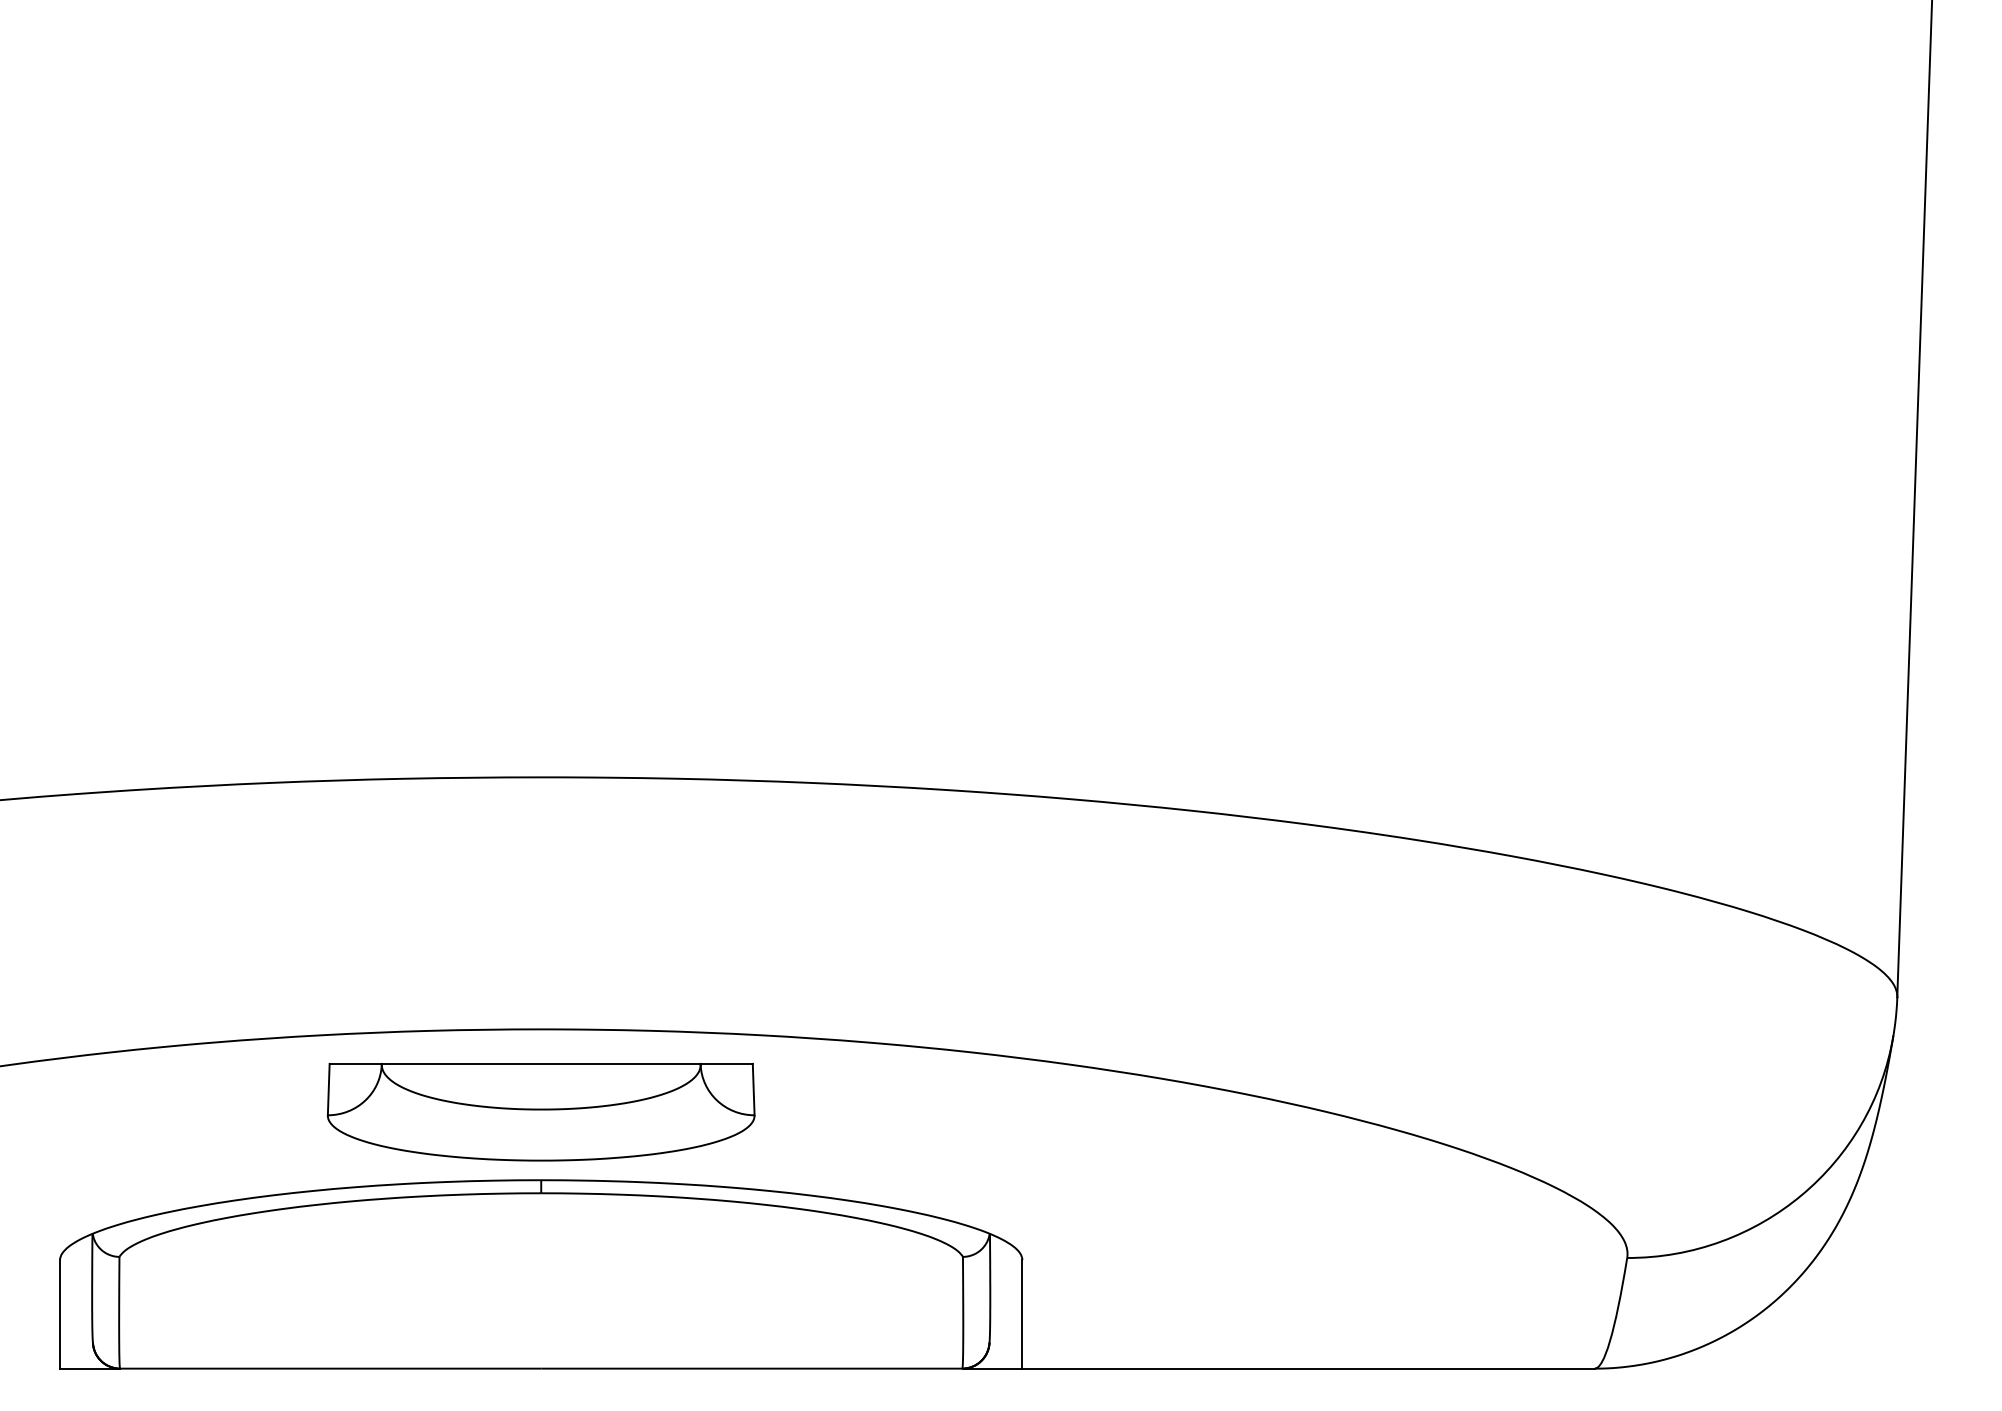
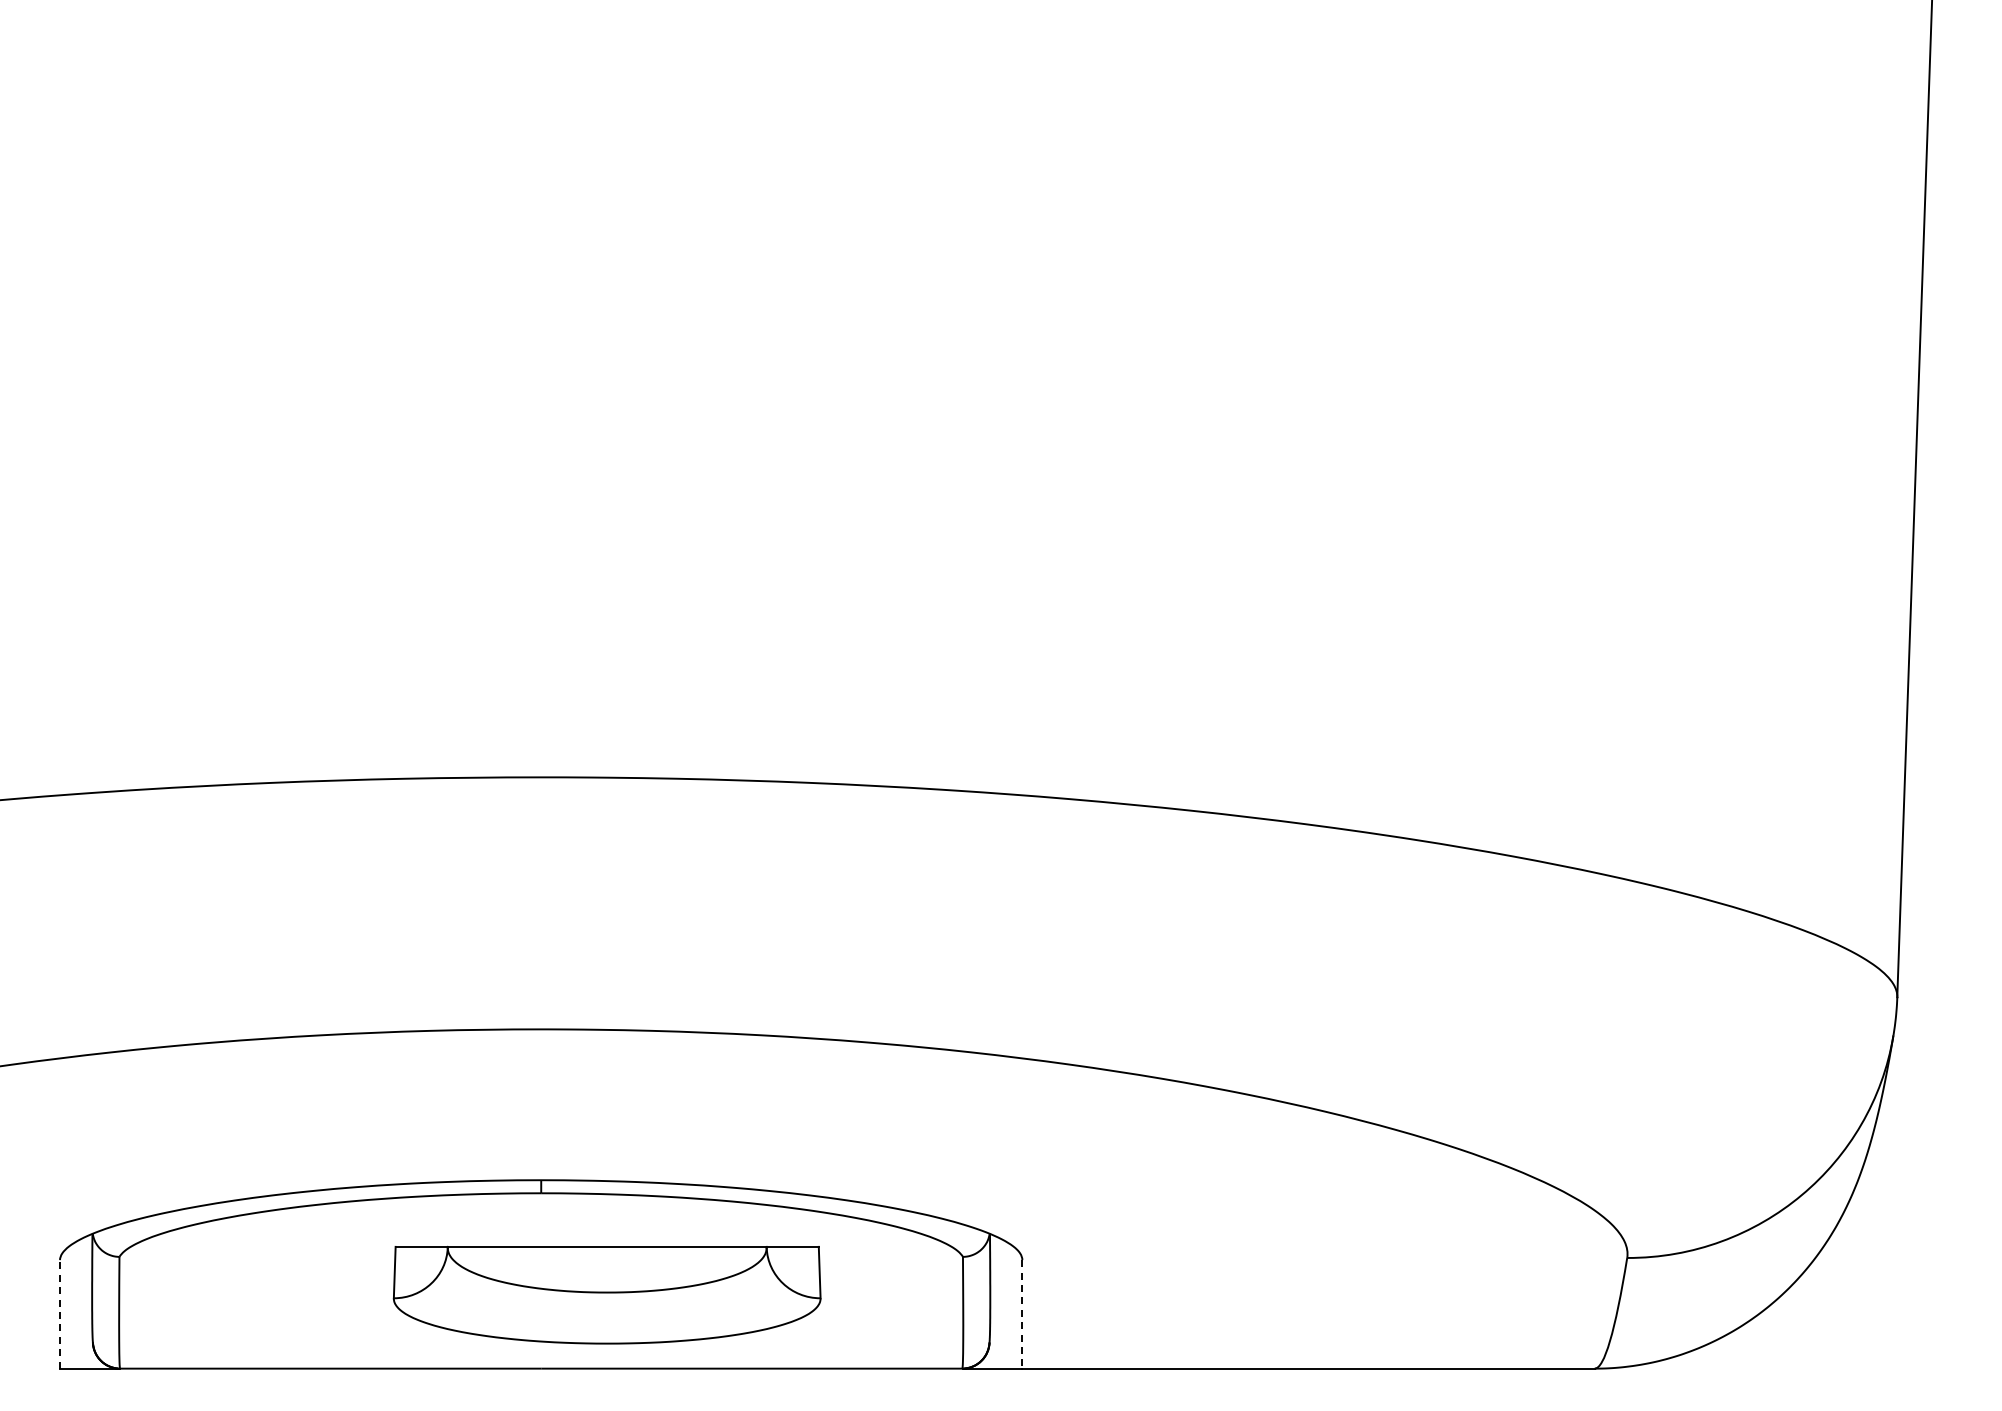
part at (540, 1111) position: (540, 1111) -> (606, 1294)
line at (60, 1313): solid -> dashed
line at (1022, 1314): solid -> dashed
